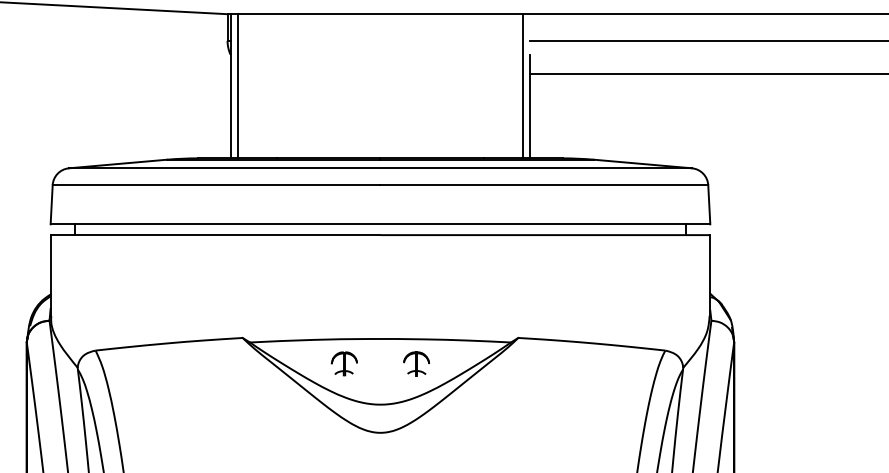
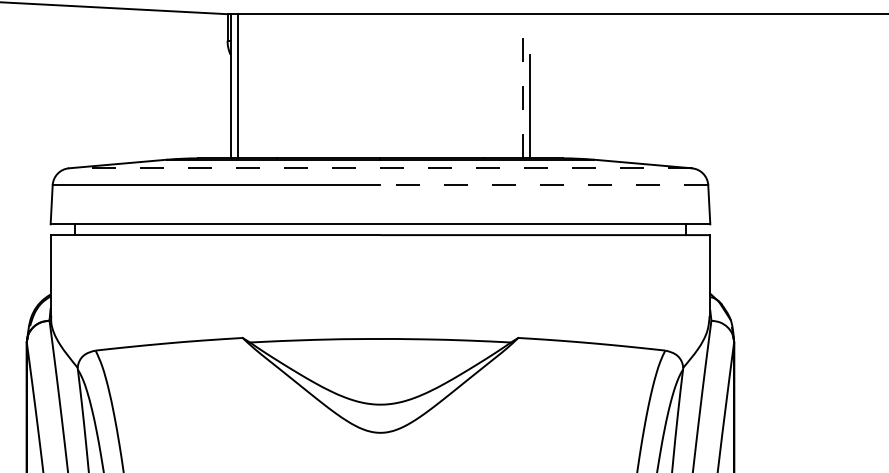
line at (707, 40): present -> none
line at (707, 74): present -> none
line at (523, 85): solid -> dashed
line at (379, 168): solid -> dashed
line at (544, 185): solid -> dashed
part at (343, 363): present -> none
part at (416, 363): present -> none
